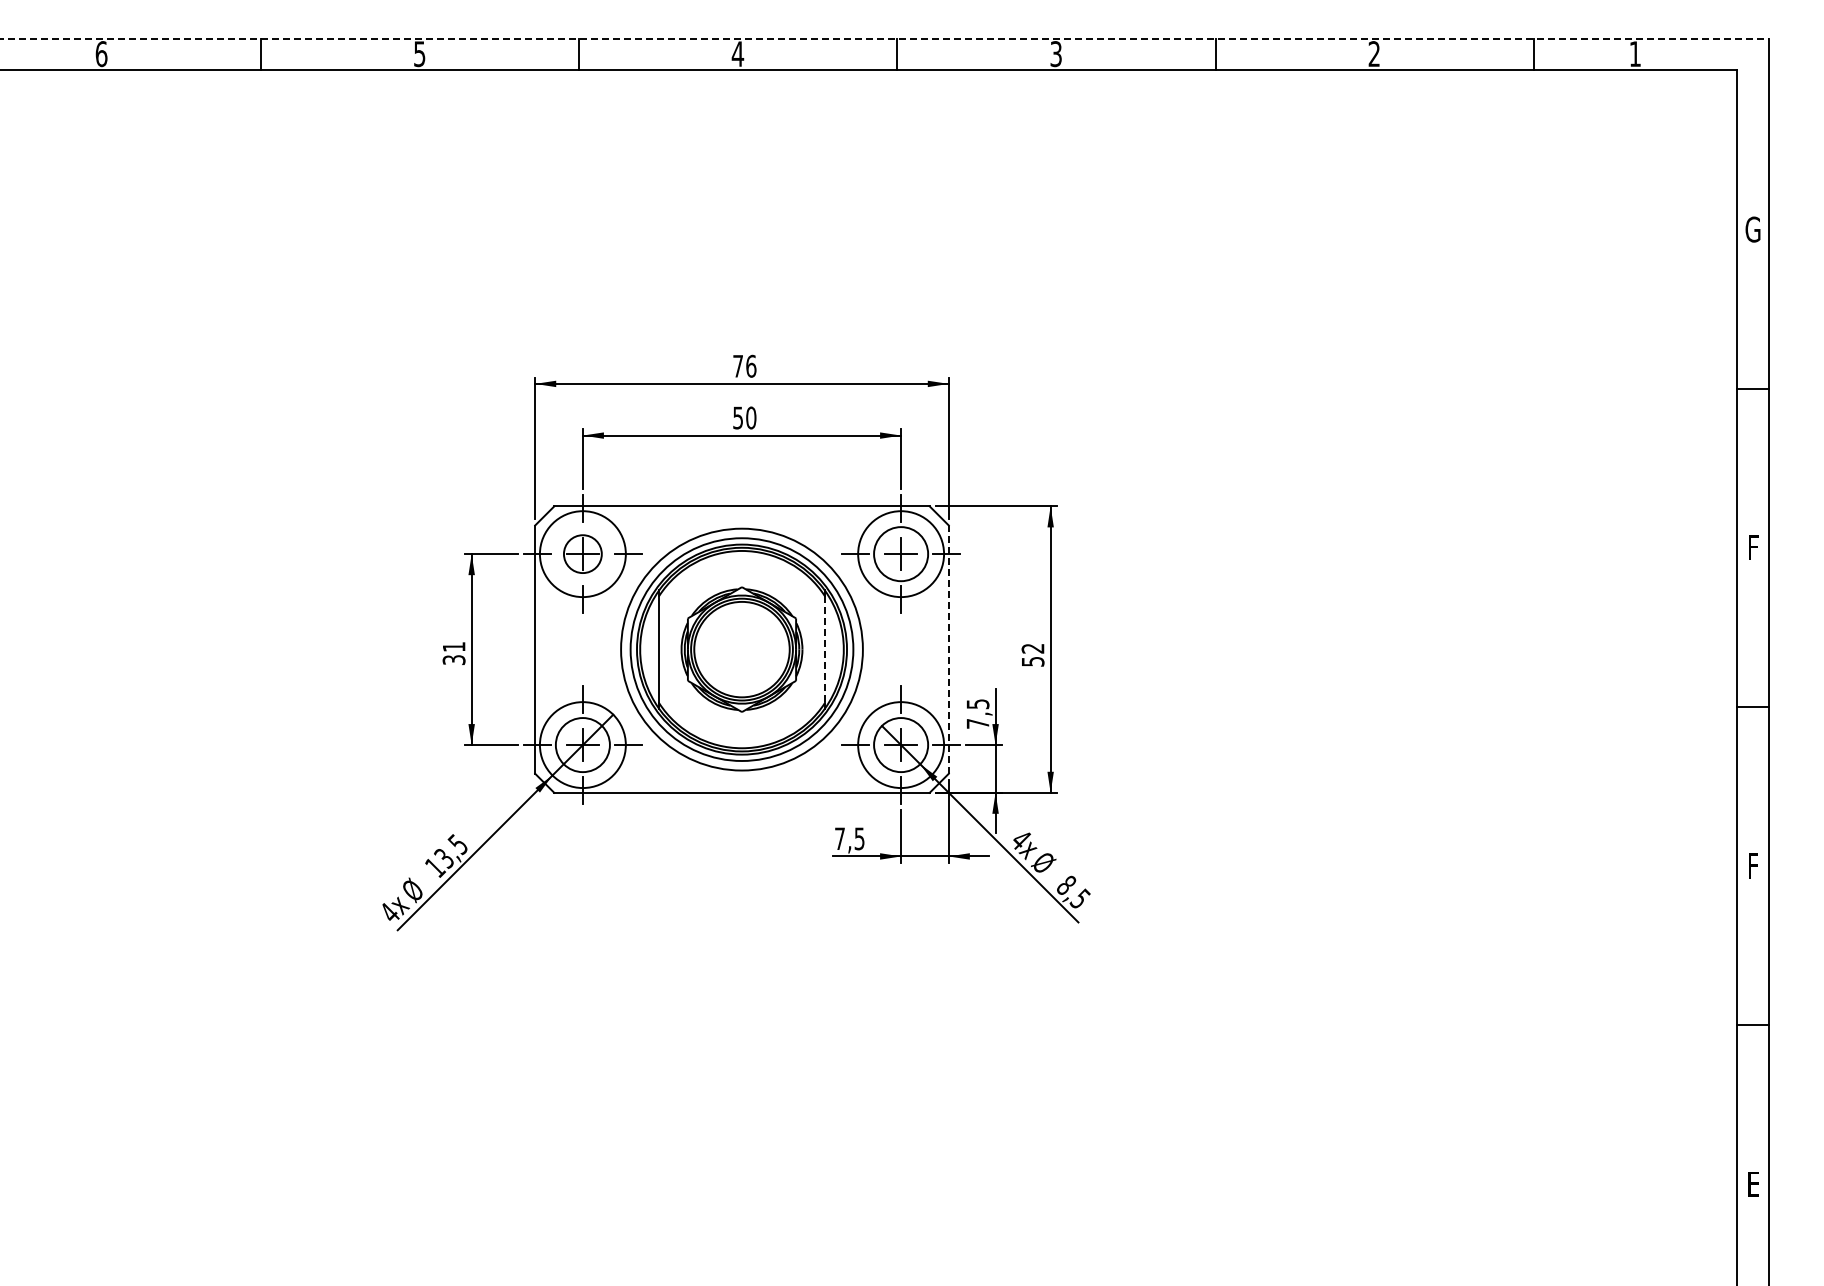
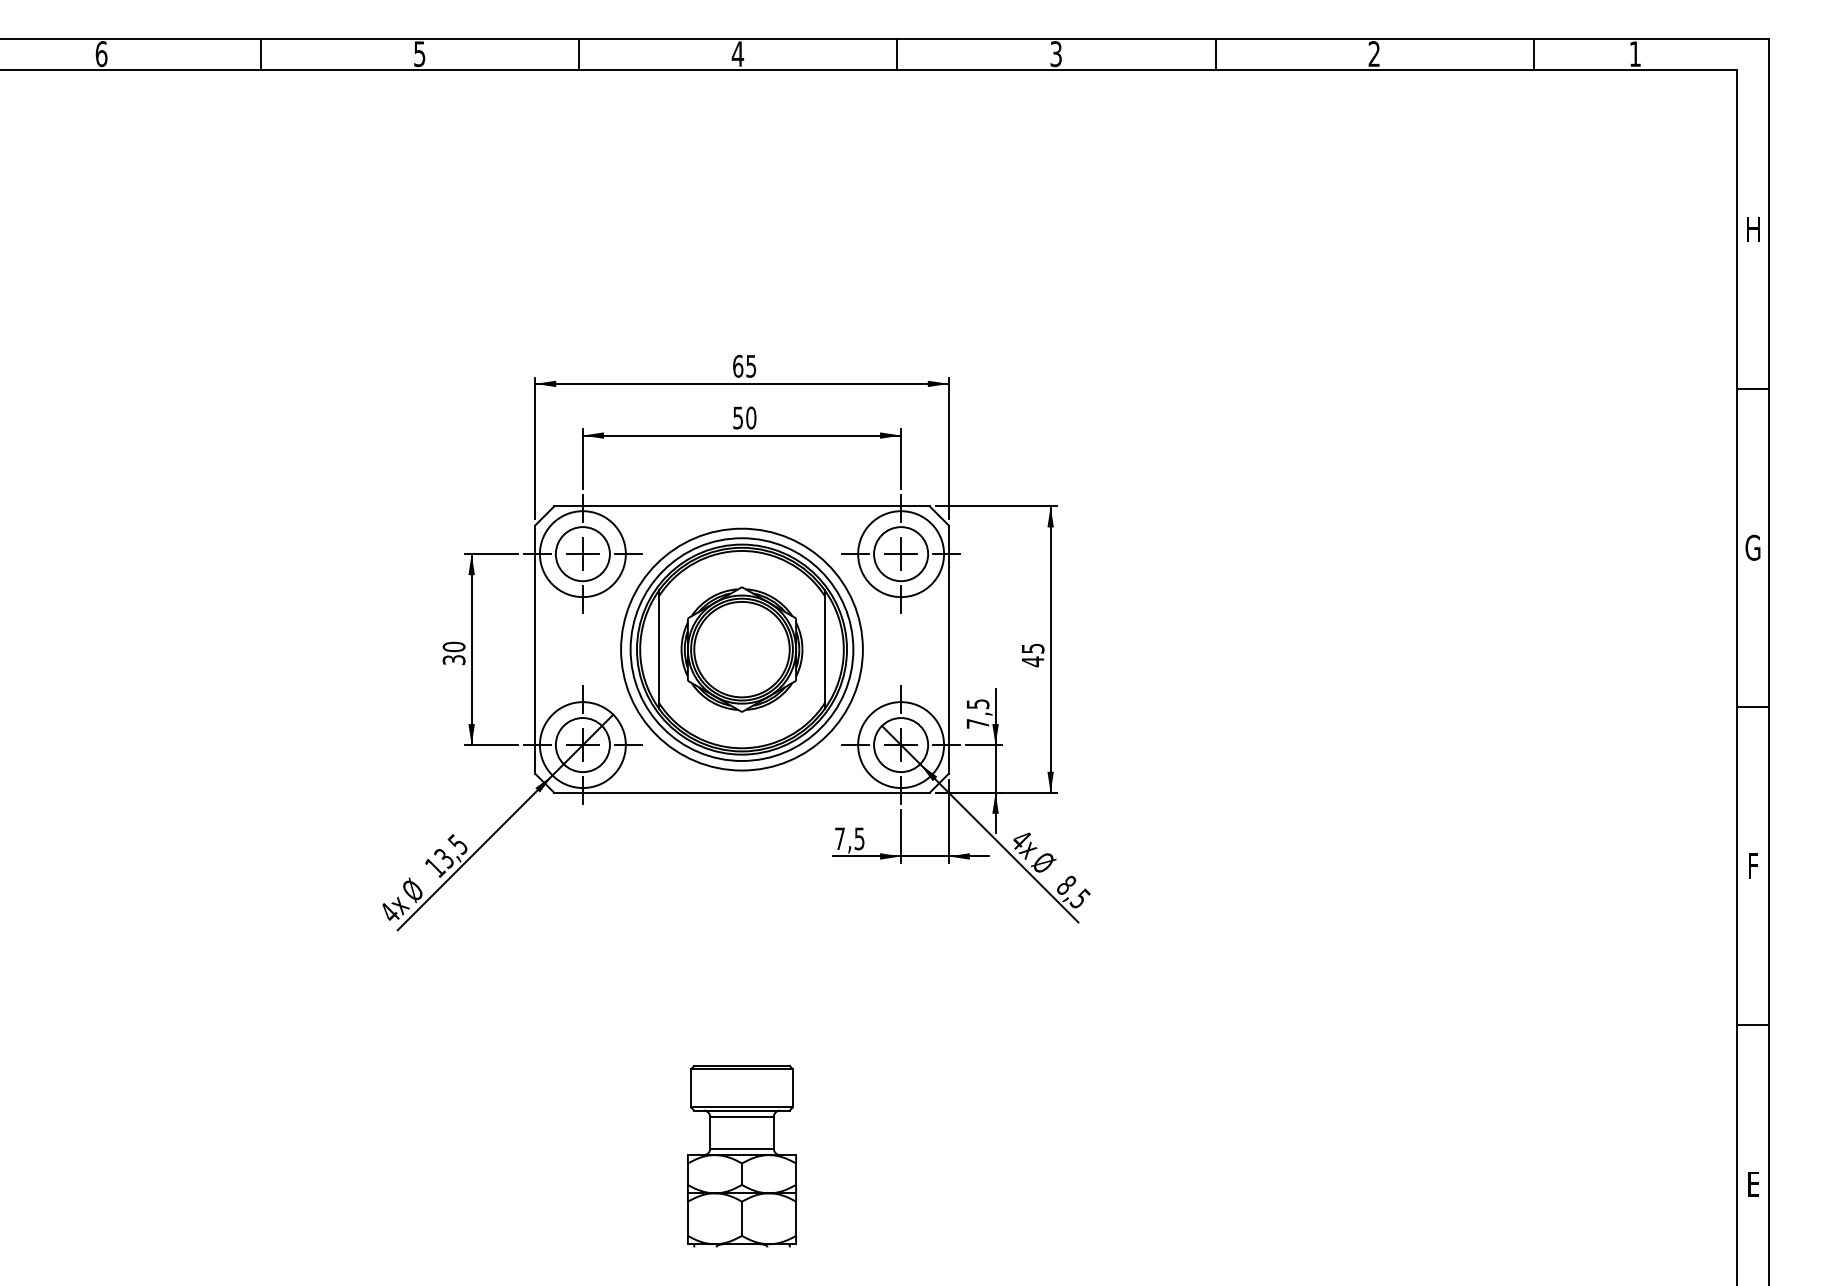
line at (885, 38): dashed -> solid
text at (1752, 229): G -> H
text at (744, 365): 76 -> 65
text at (1752, 547): F -> G
circle at (582, 554) diameter: 38 px -> 54 px
text at (453, 646): 31 -> 30
line at (824, 649): dashed -> solid
line at (948, 649): dashed -> solid
text at (1032, 655): 52 -> 45
part at (741, 1156): none -> present
